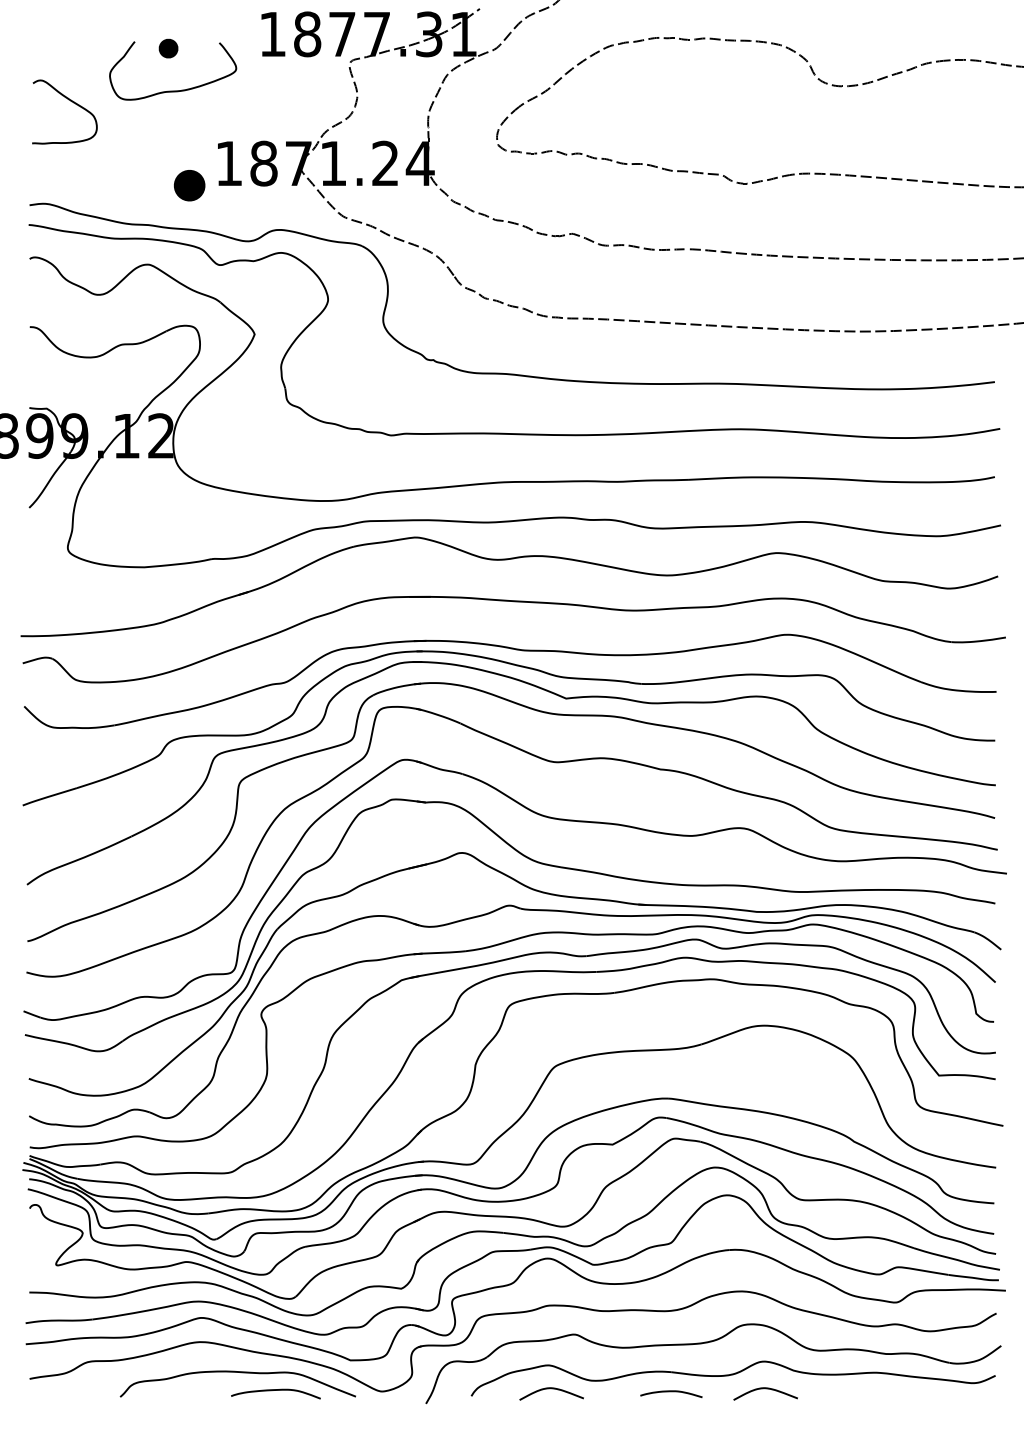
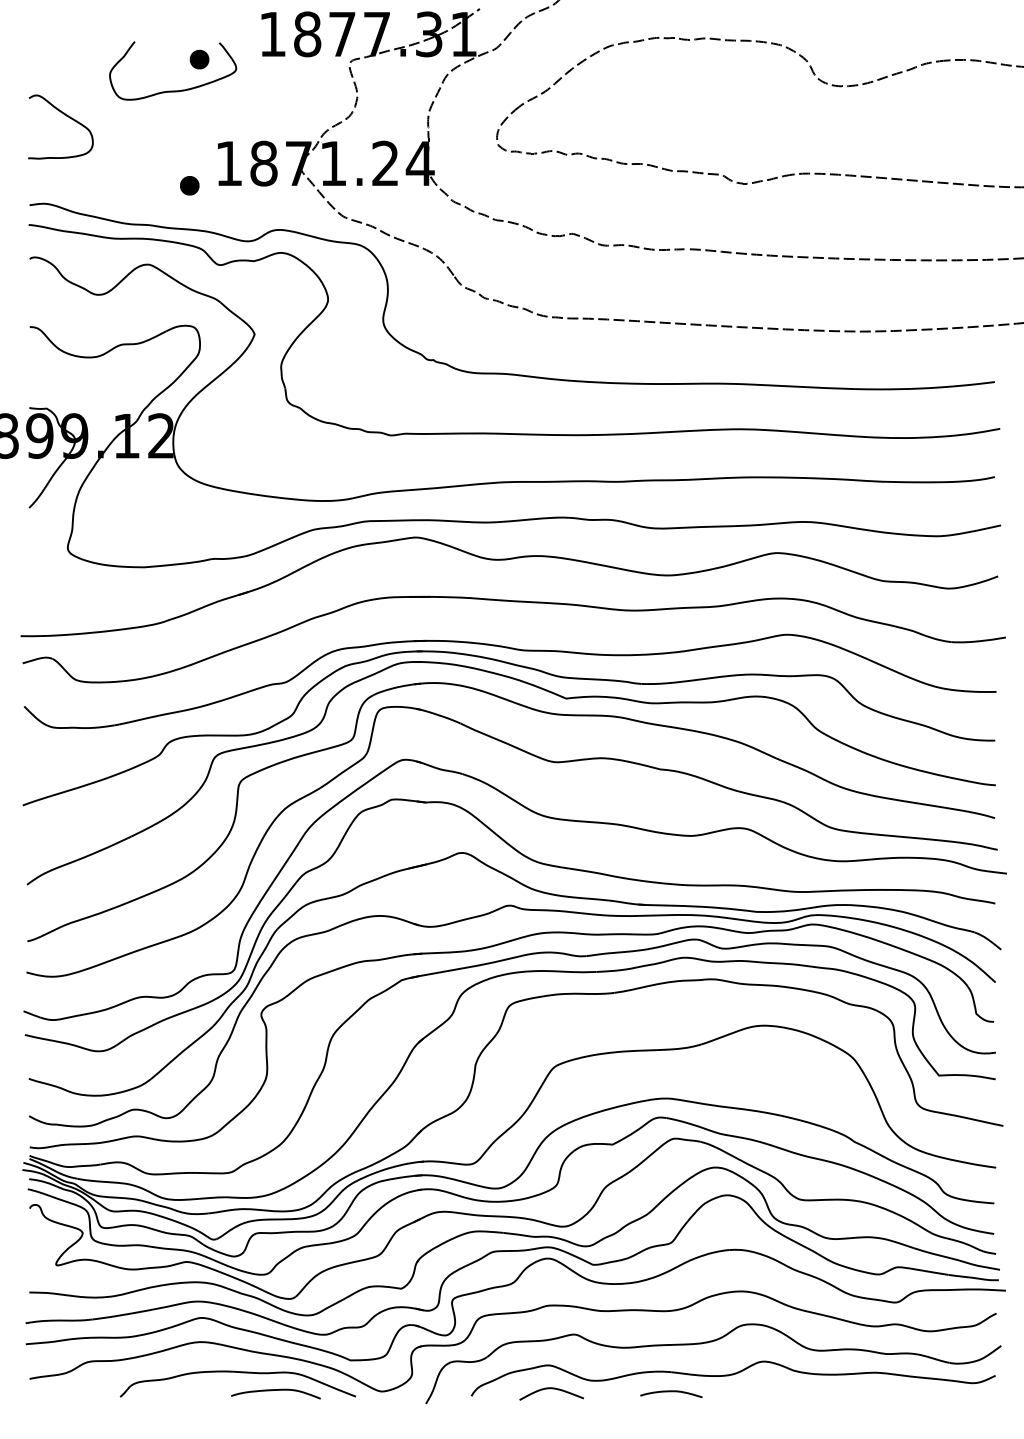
part at (168, 48) position: (168, 48) -> (199, 59)
curve at (70, 101) position: (70, 101) -> (66, 116)
part at (189, 185) size: 32x32 px -> 20x20 px
curve at (765, 1389): present -> none
